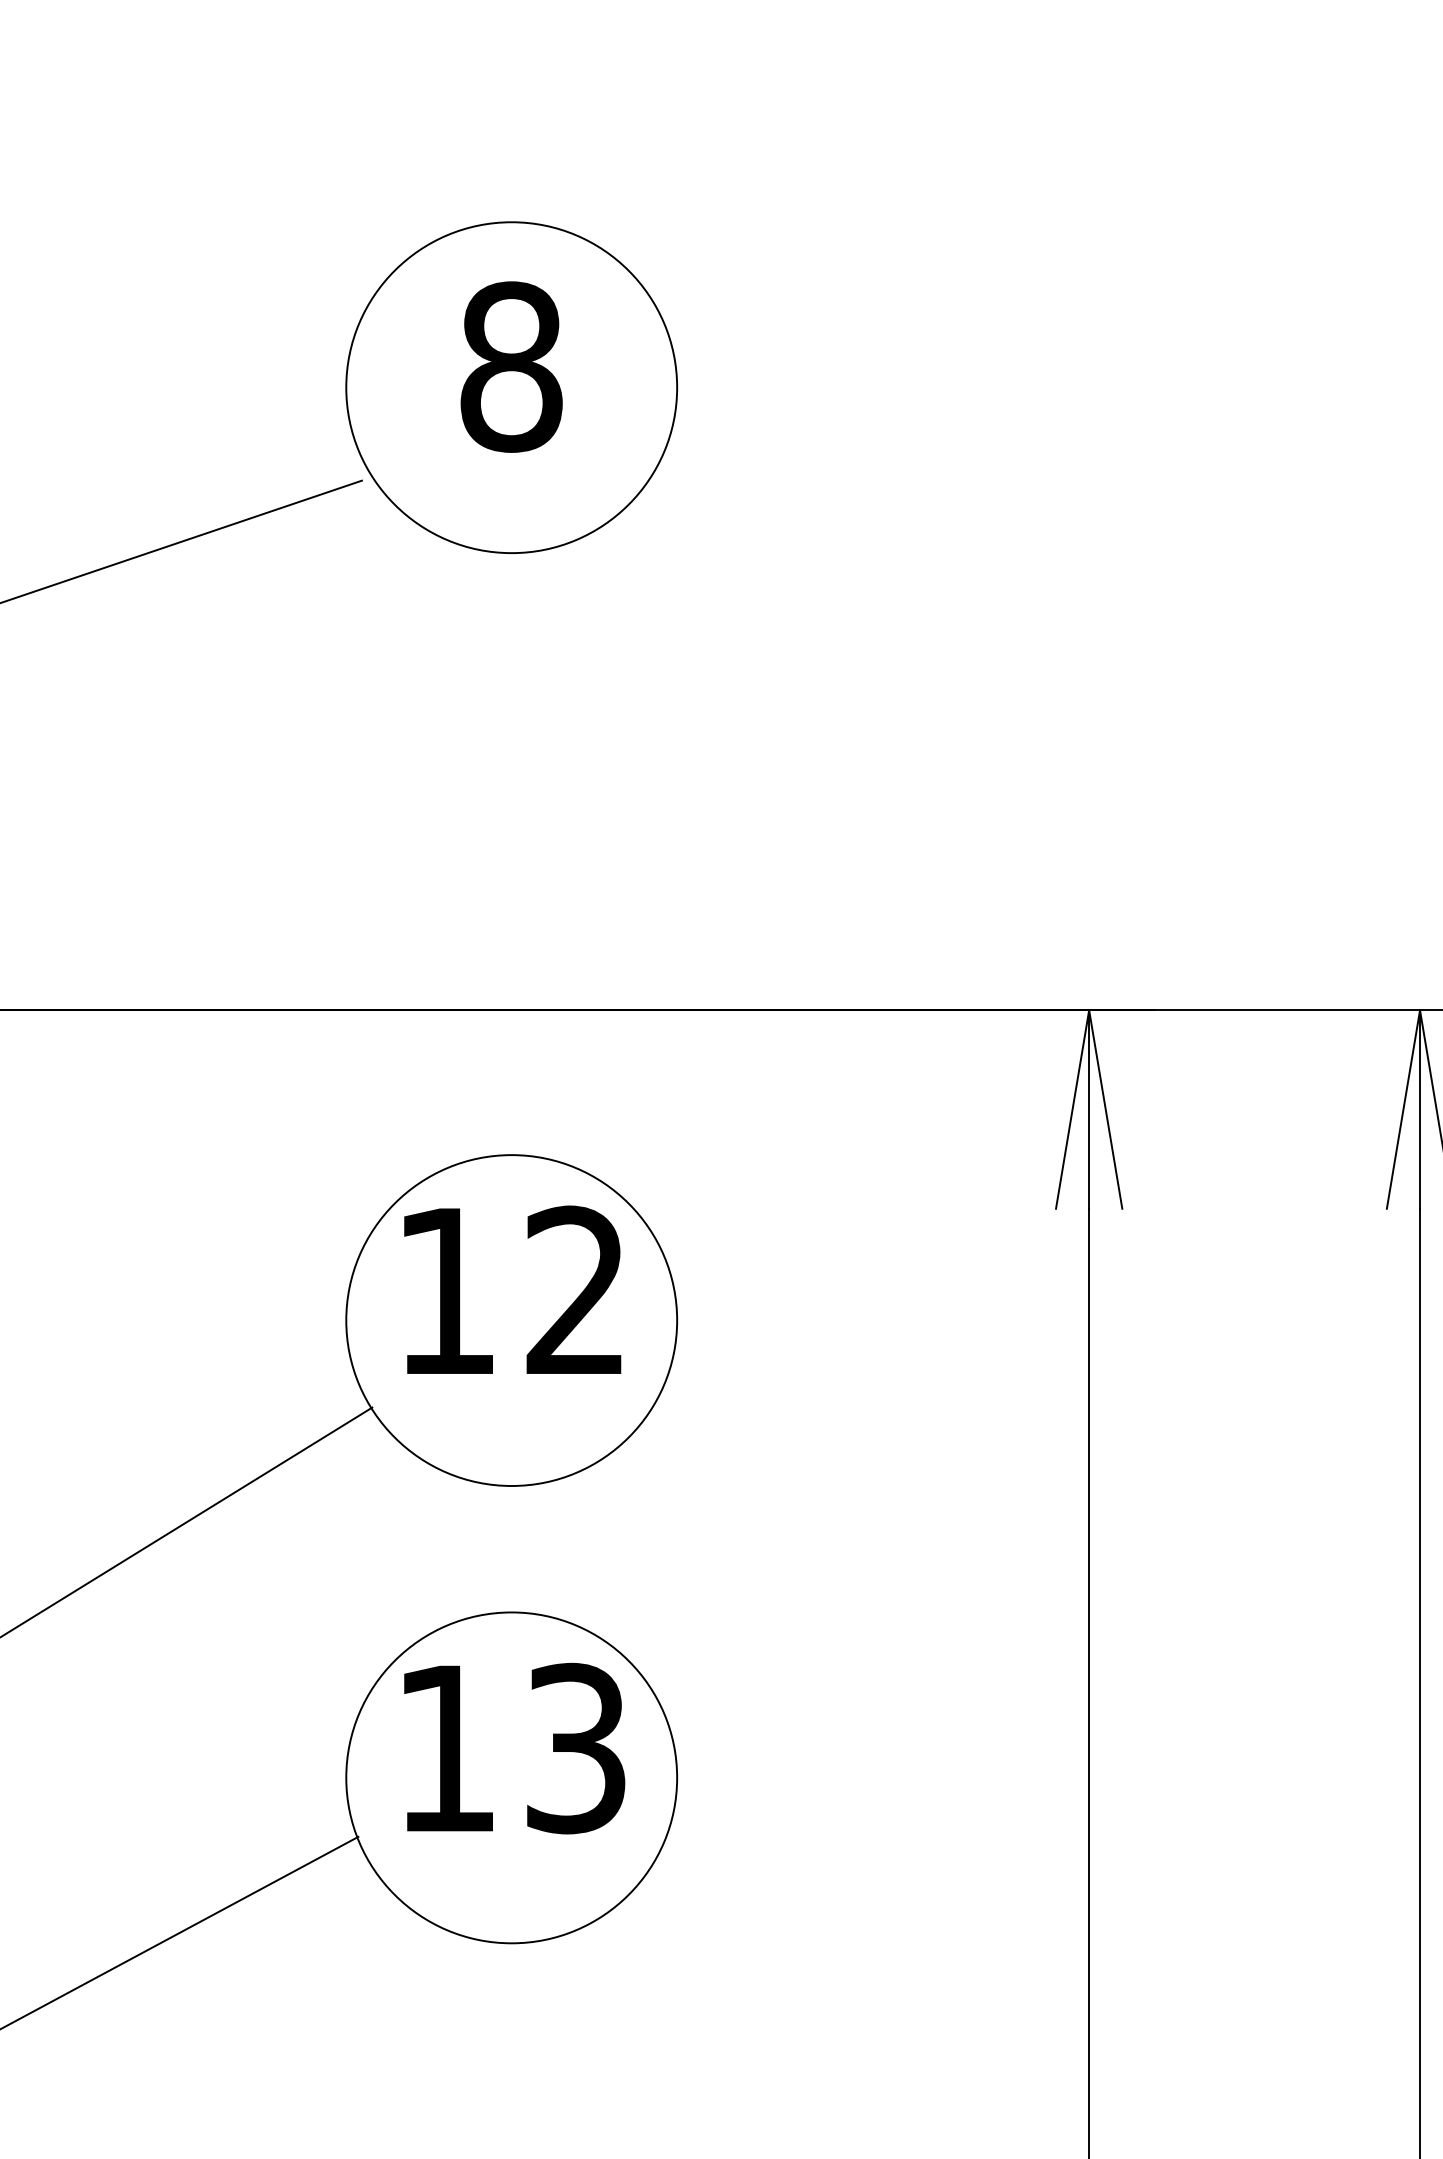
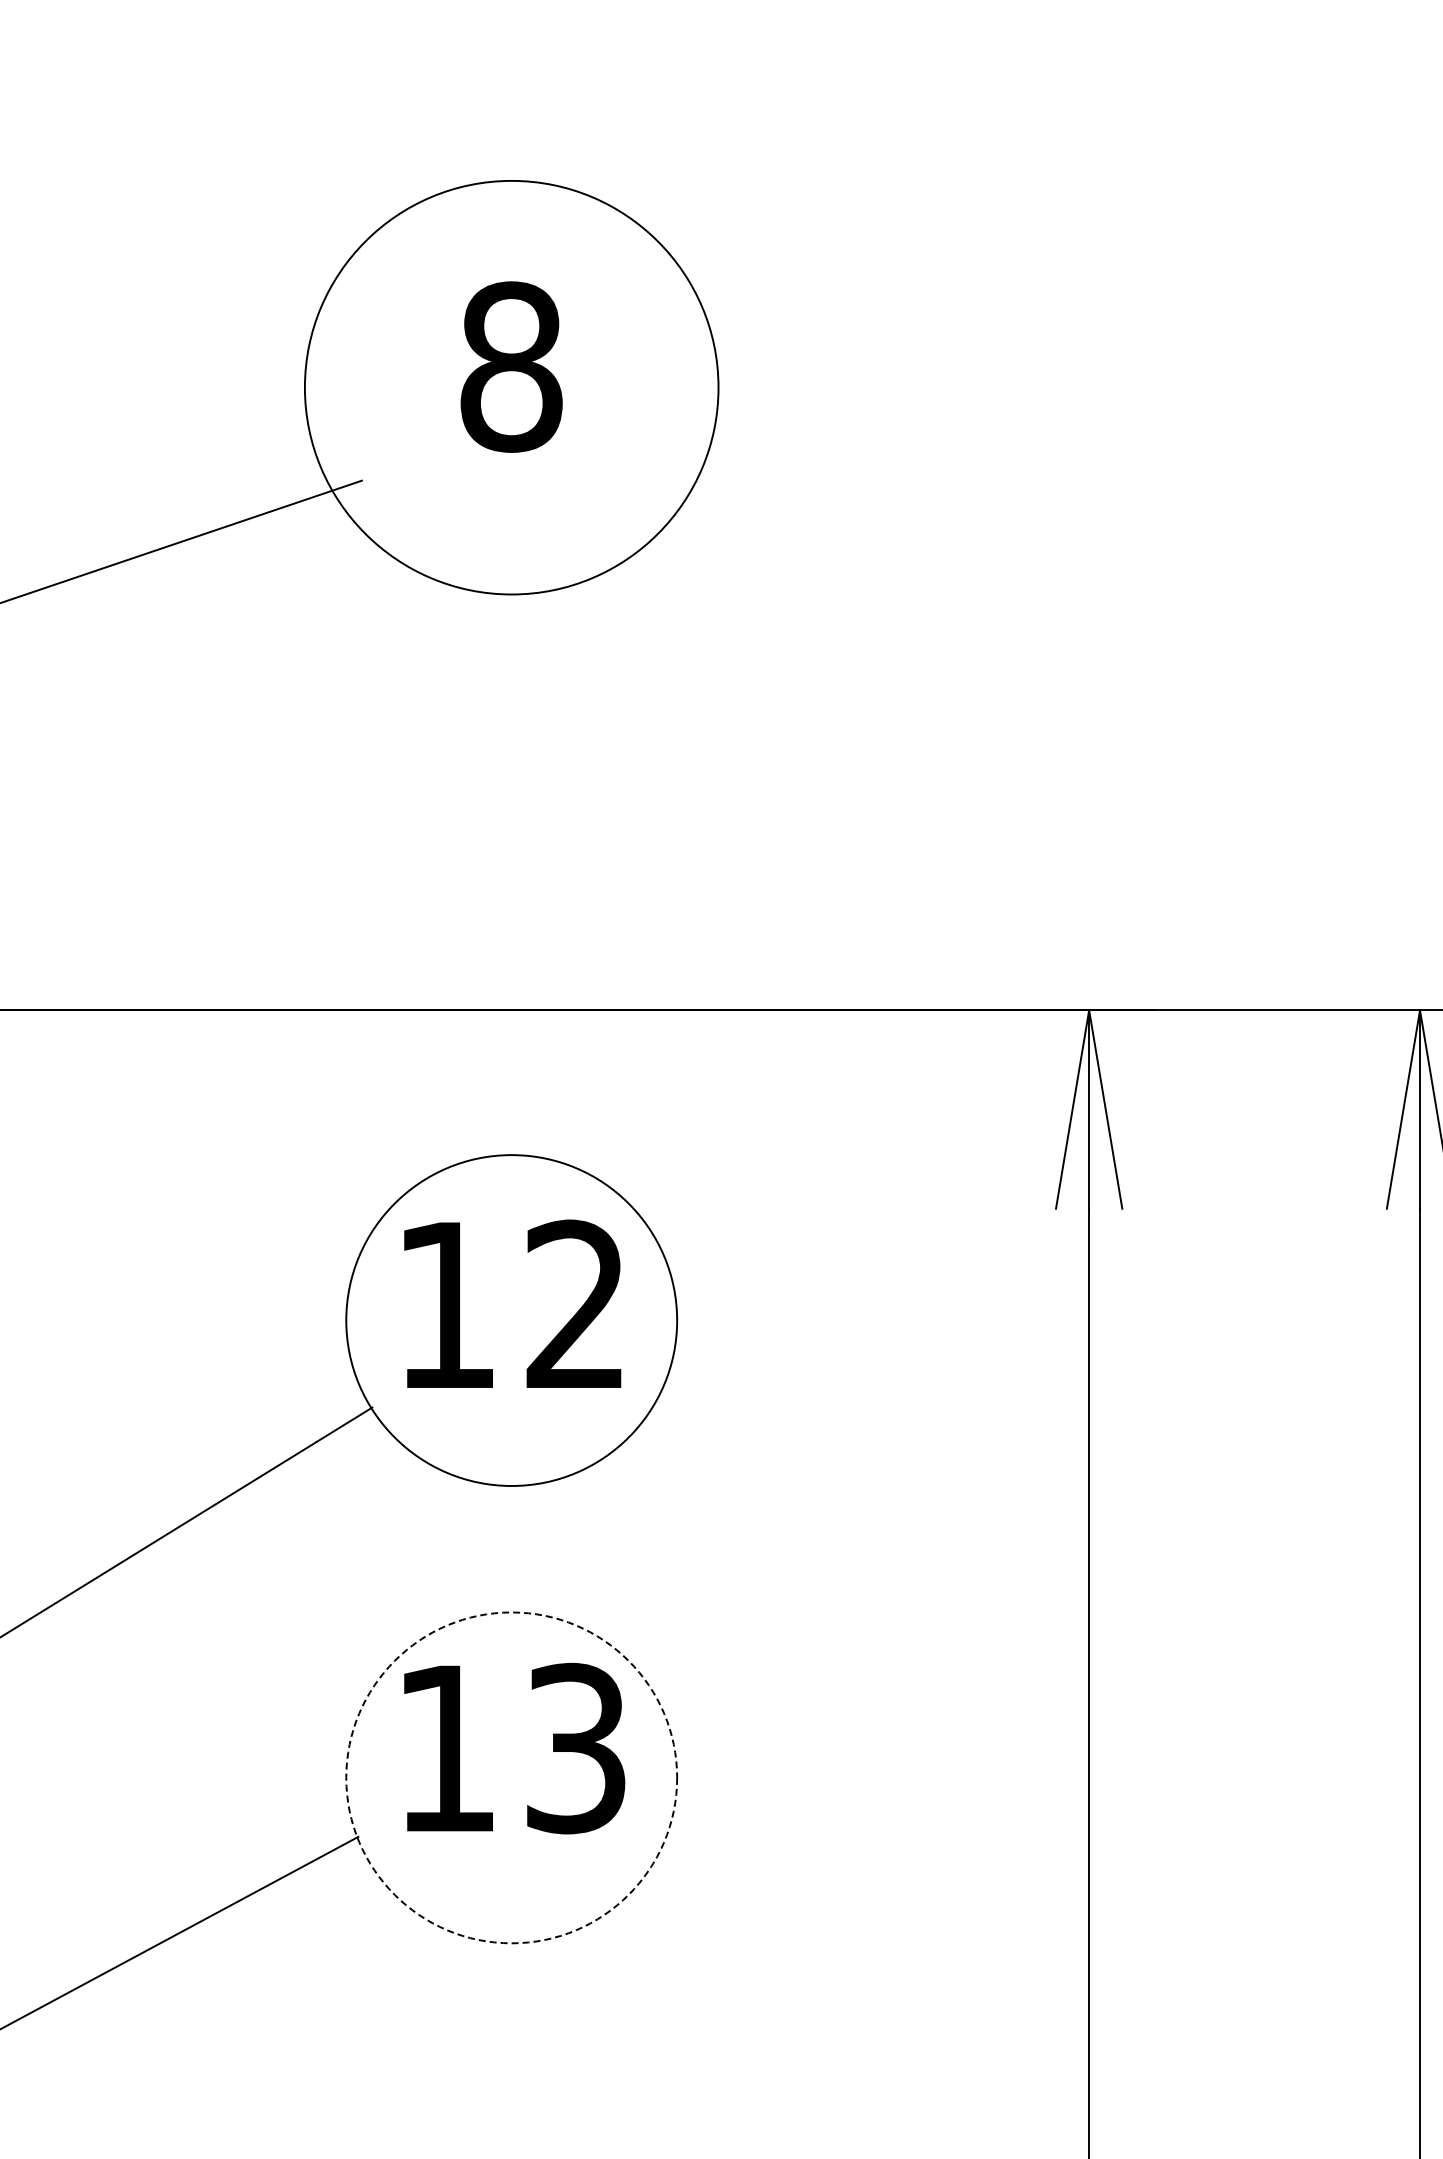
circle at (511, 387) diameter: 331 px -> 414 px
text at (512, 1289) position: (512, 1289) -> (512, 1303)
circle at (511, 1777): solid -> dashed
